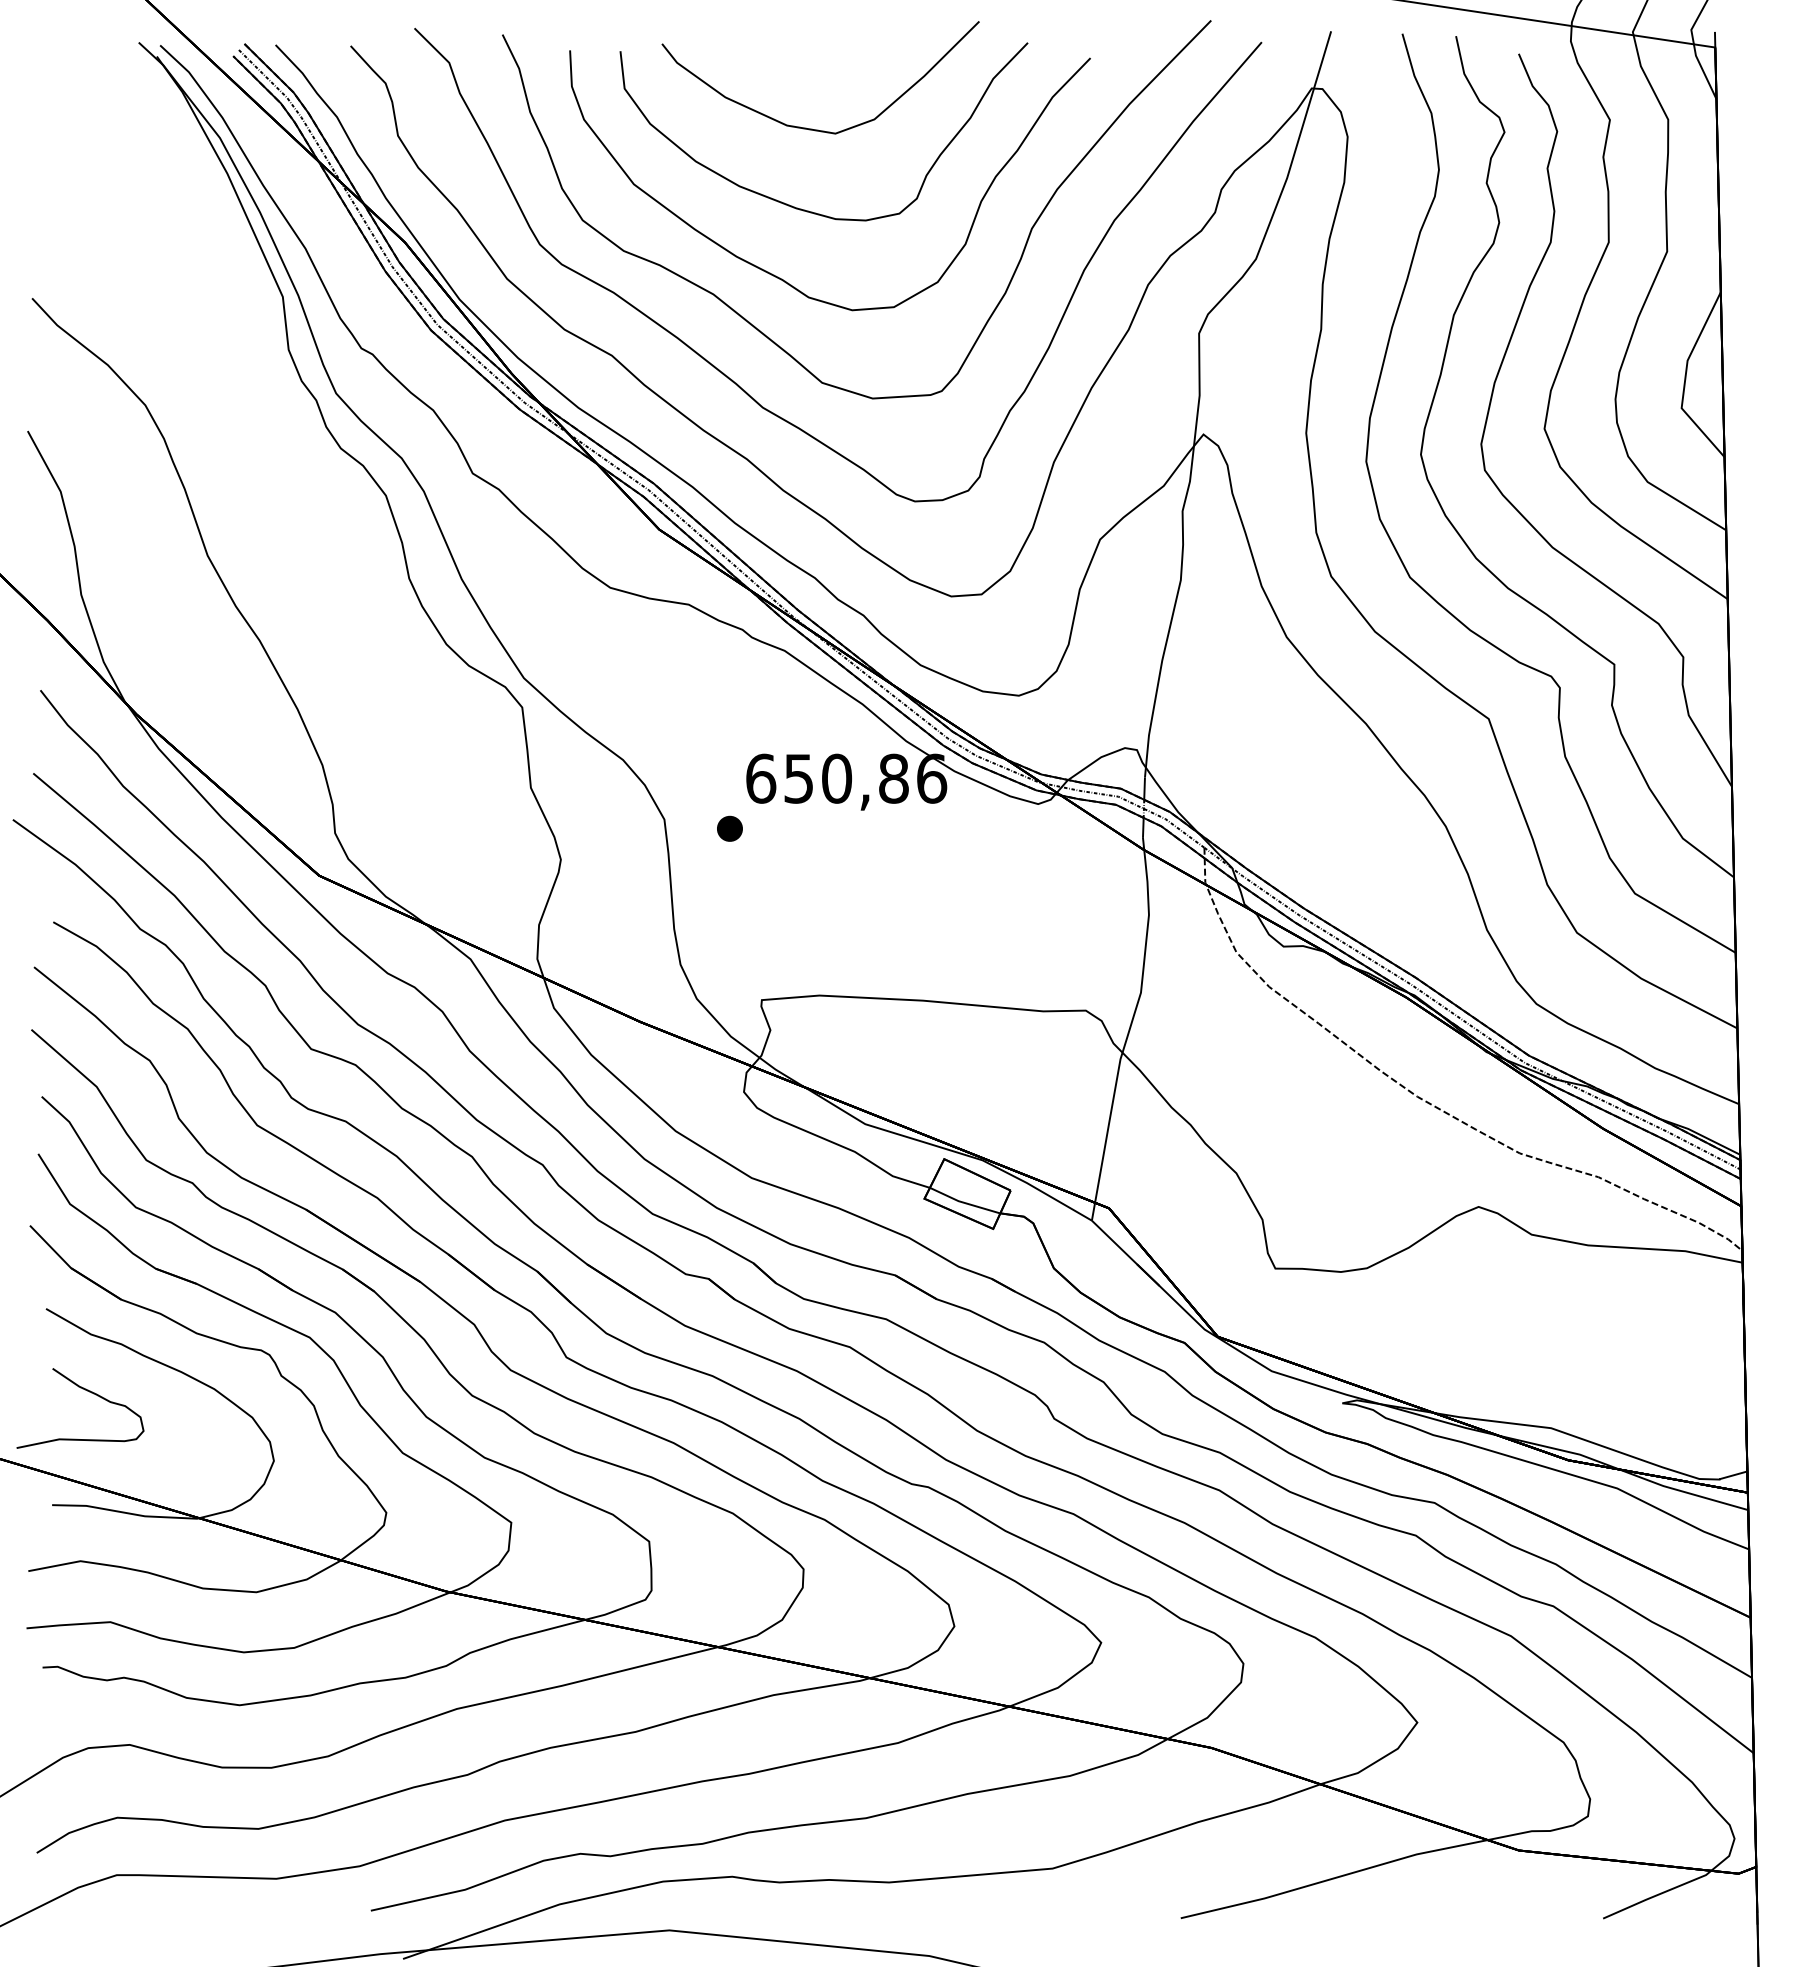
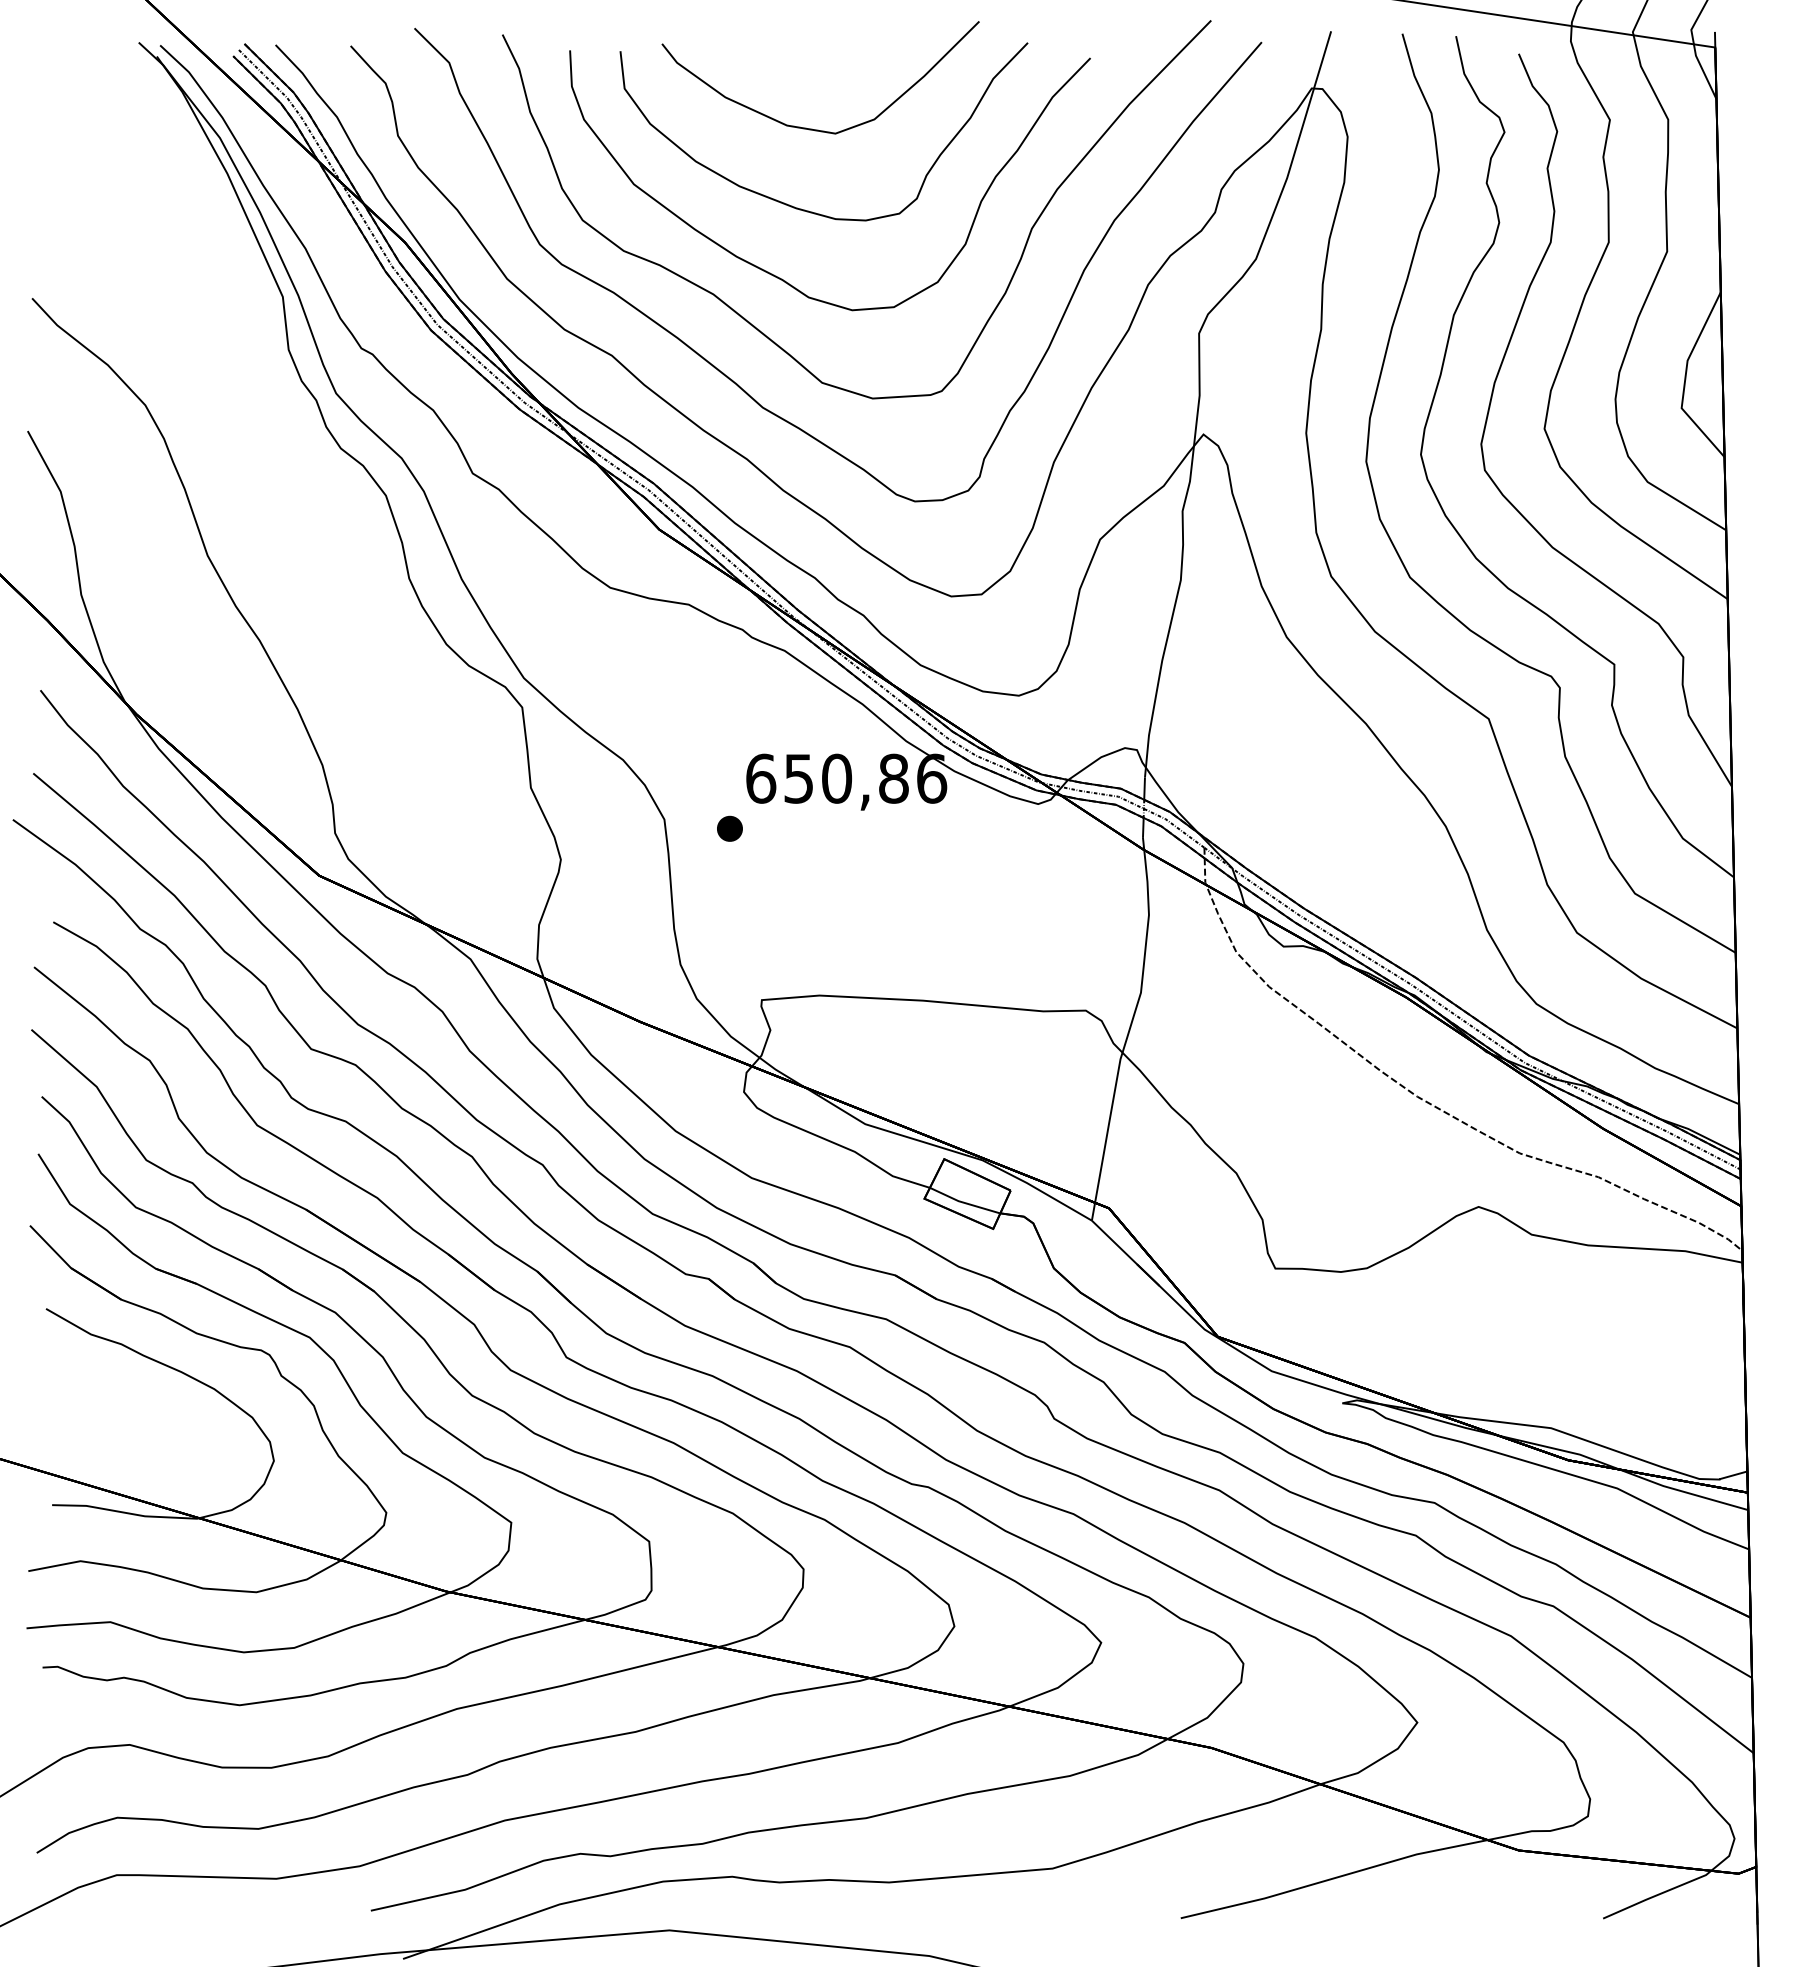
part at (89, 1392): present -> none
